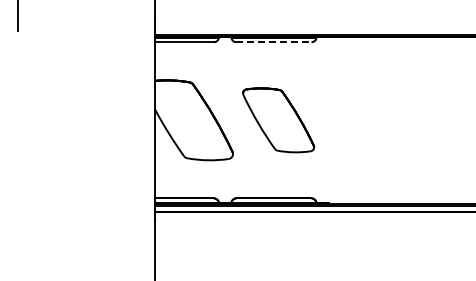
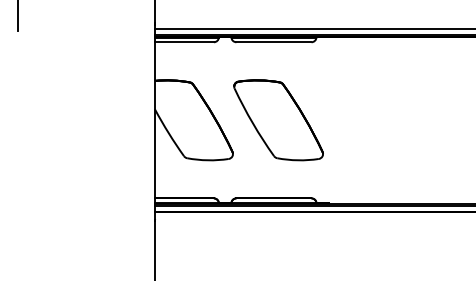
line at (313, 28): none -> present
line at (273, 42): dashed -> solid
part at (278, 120) size: 74x67 px -> 91x83 px
